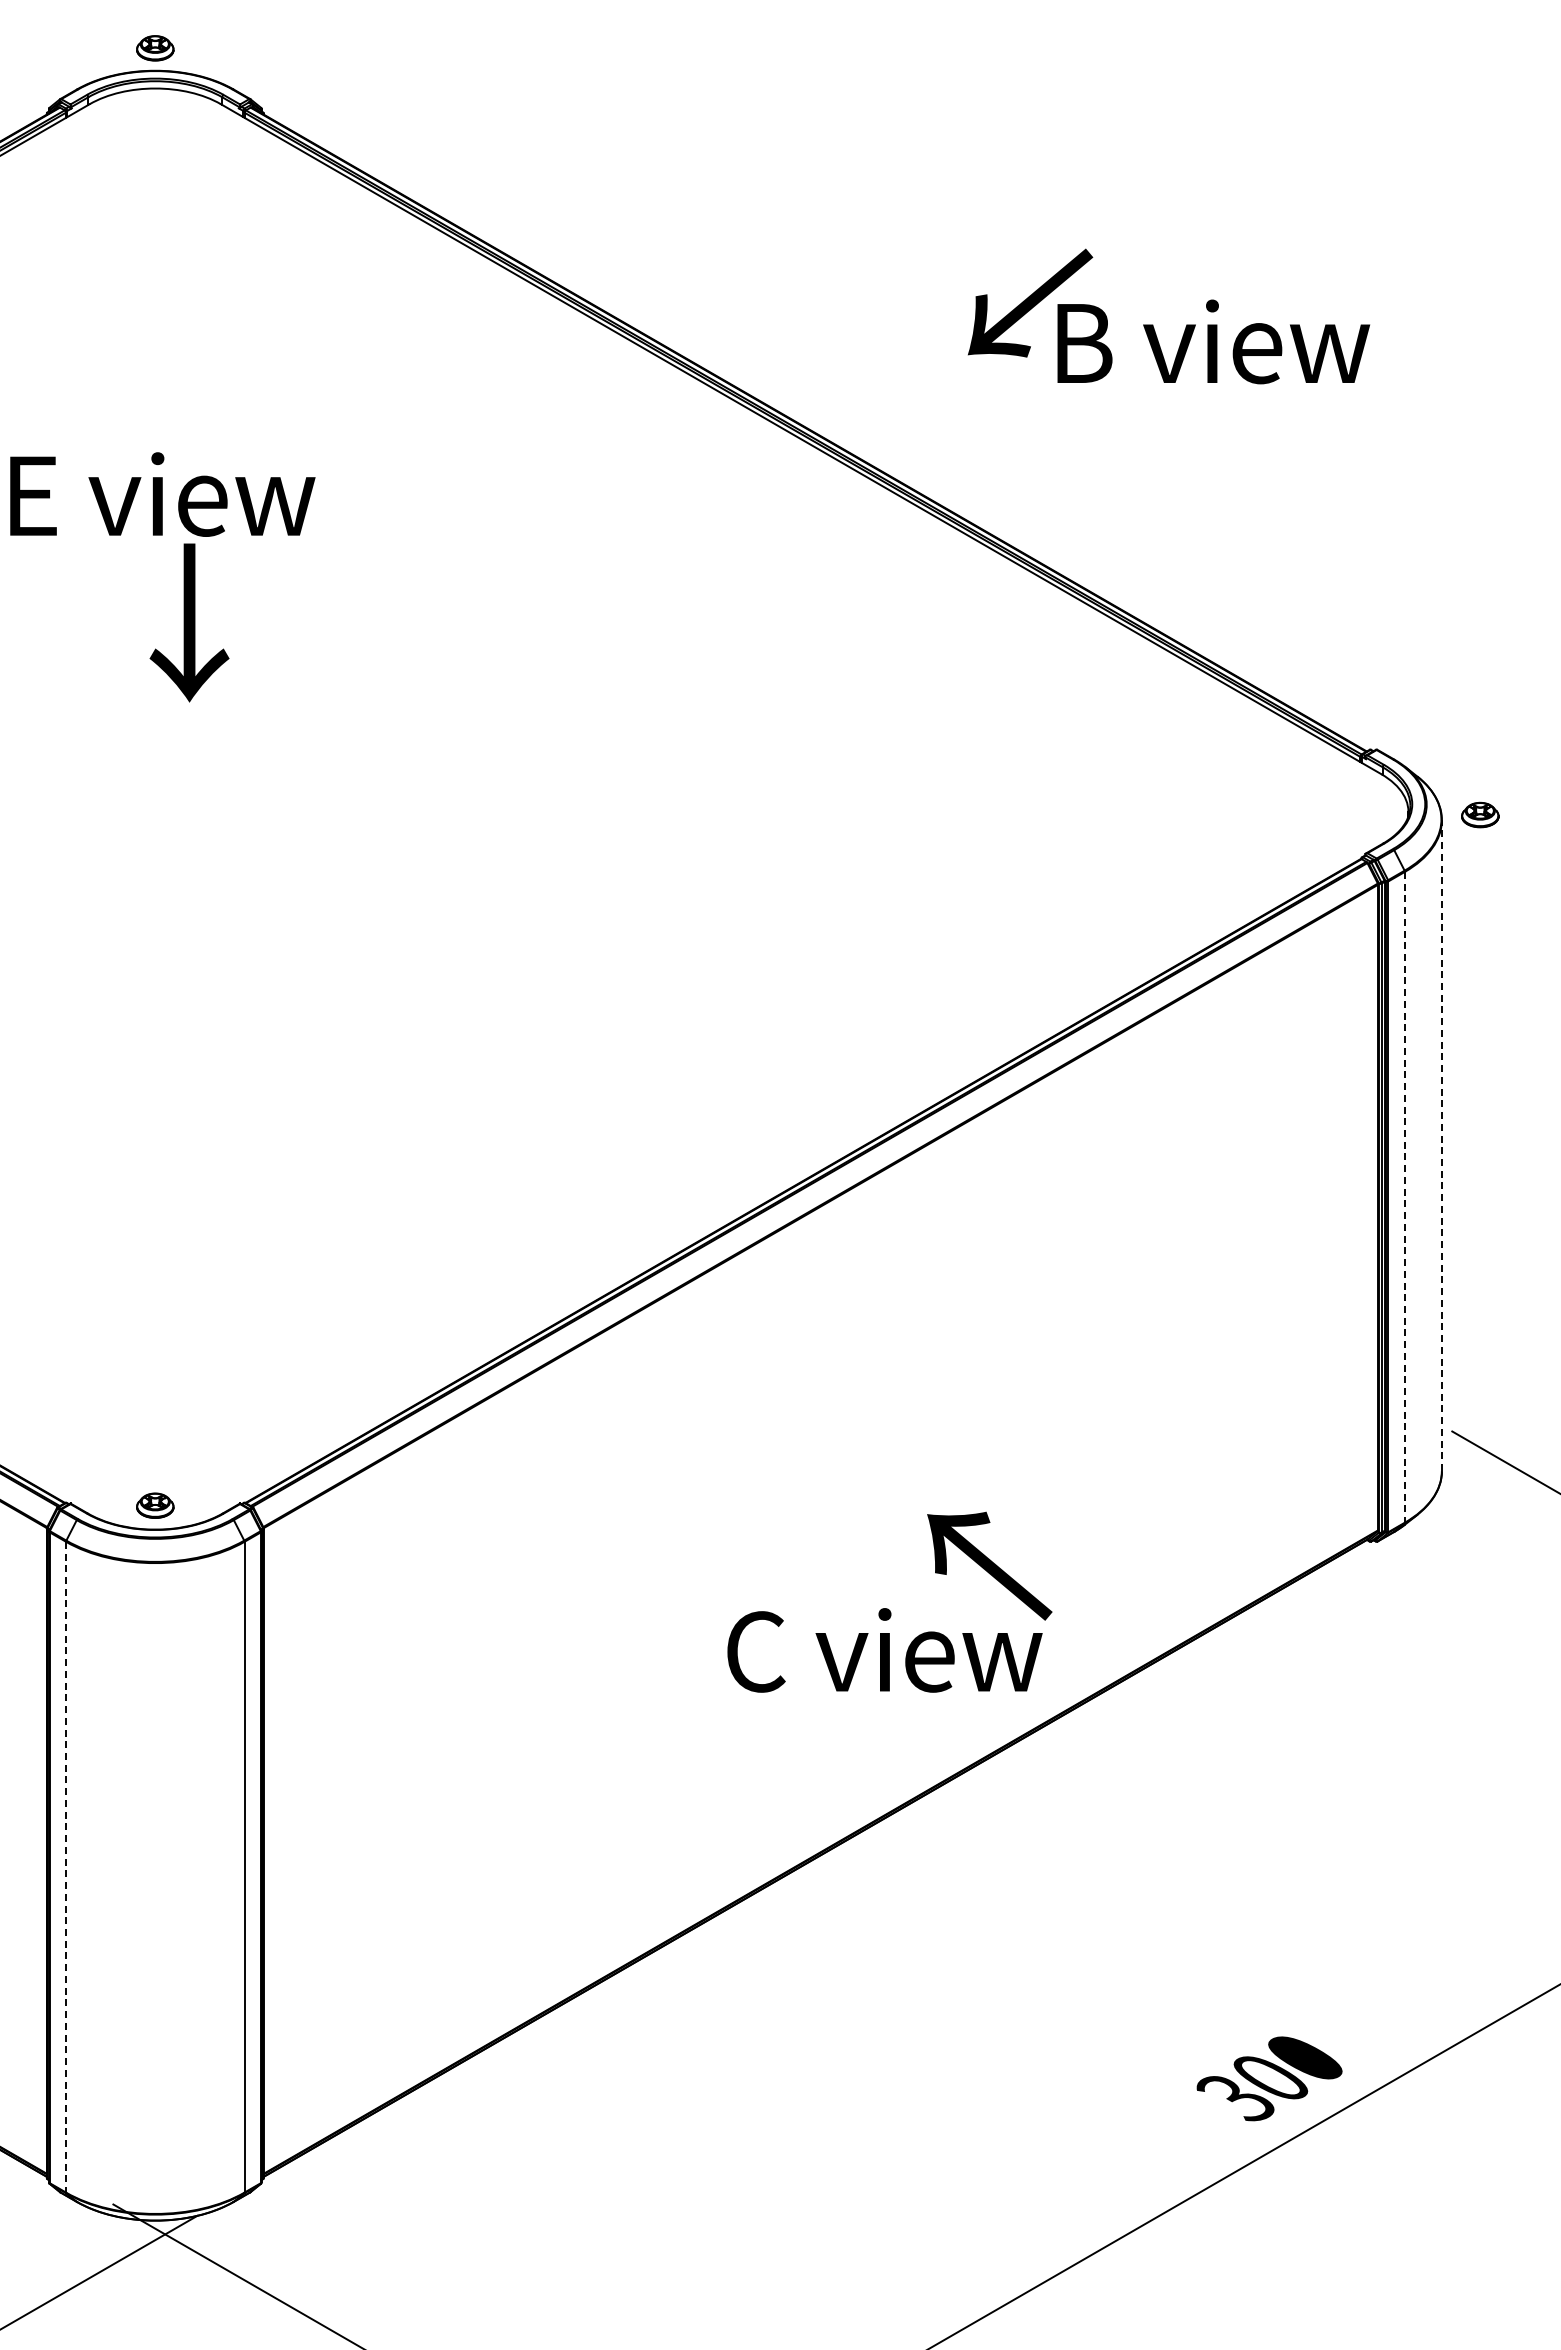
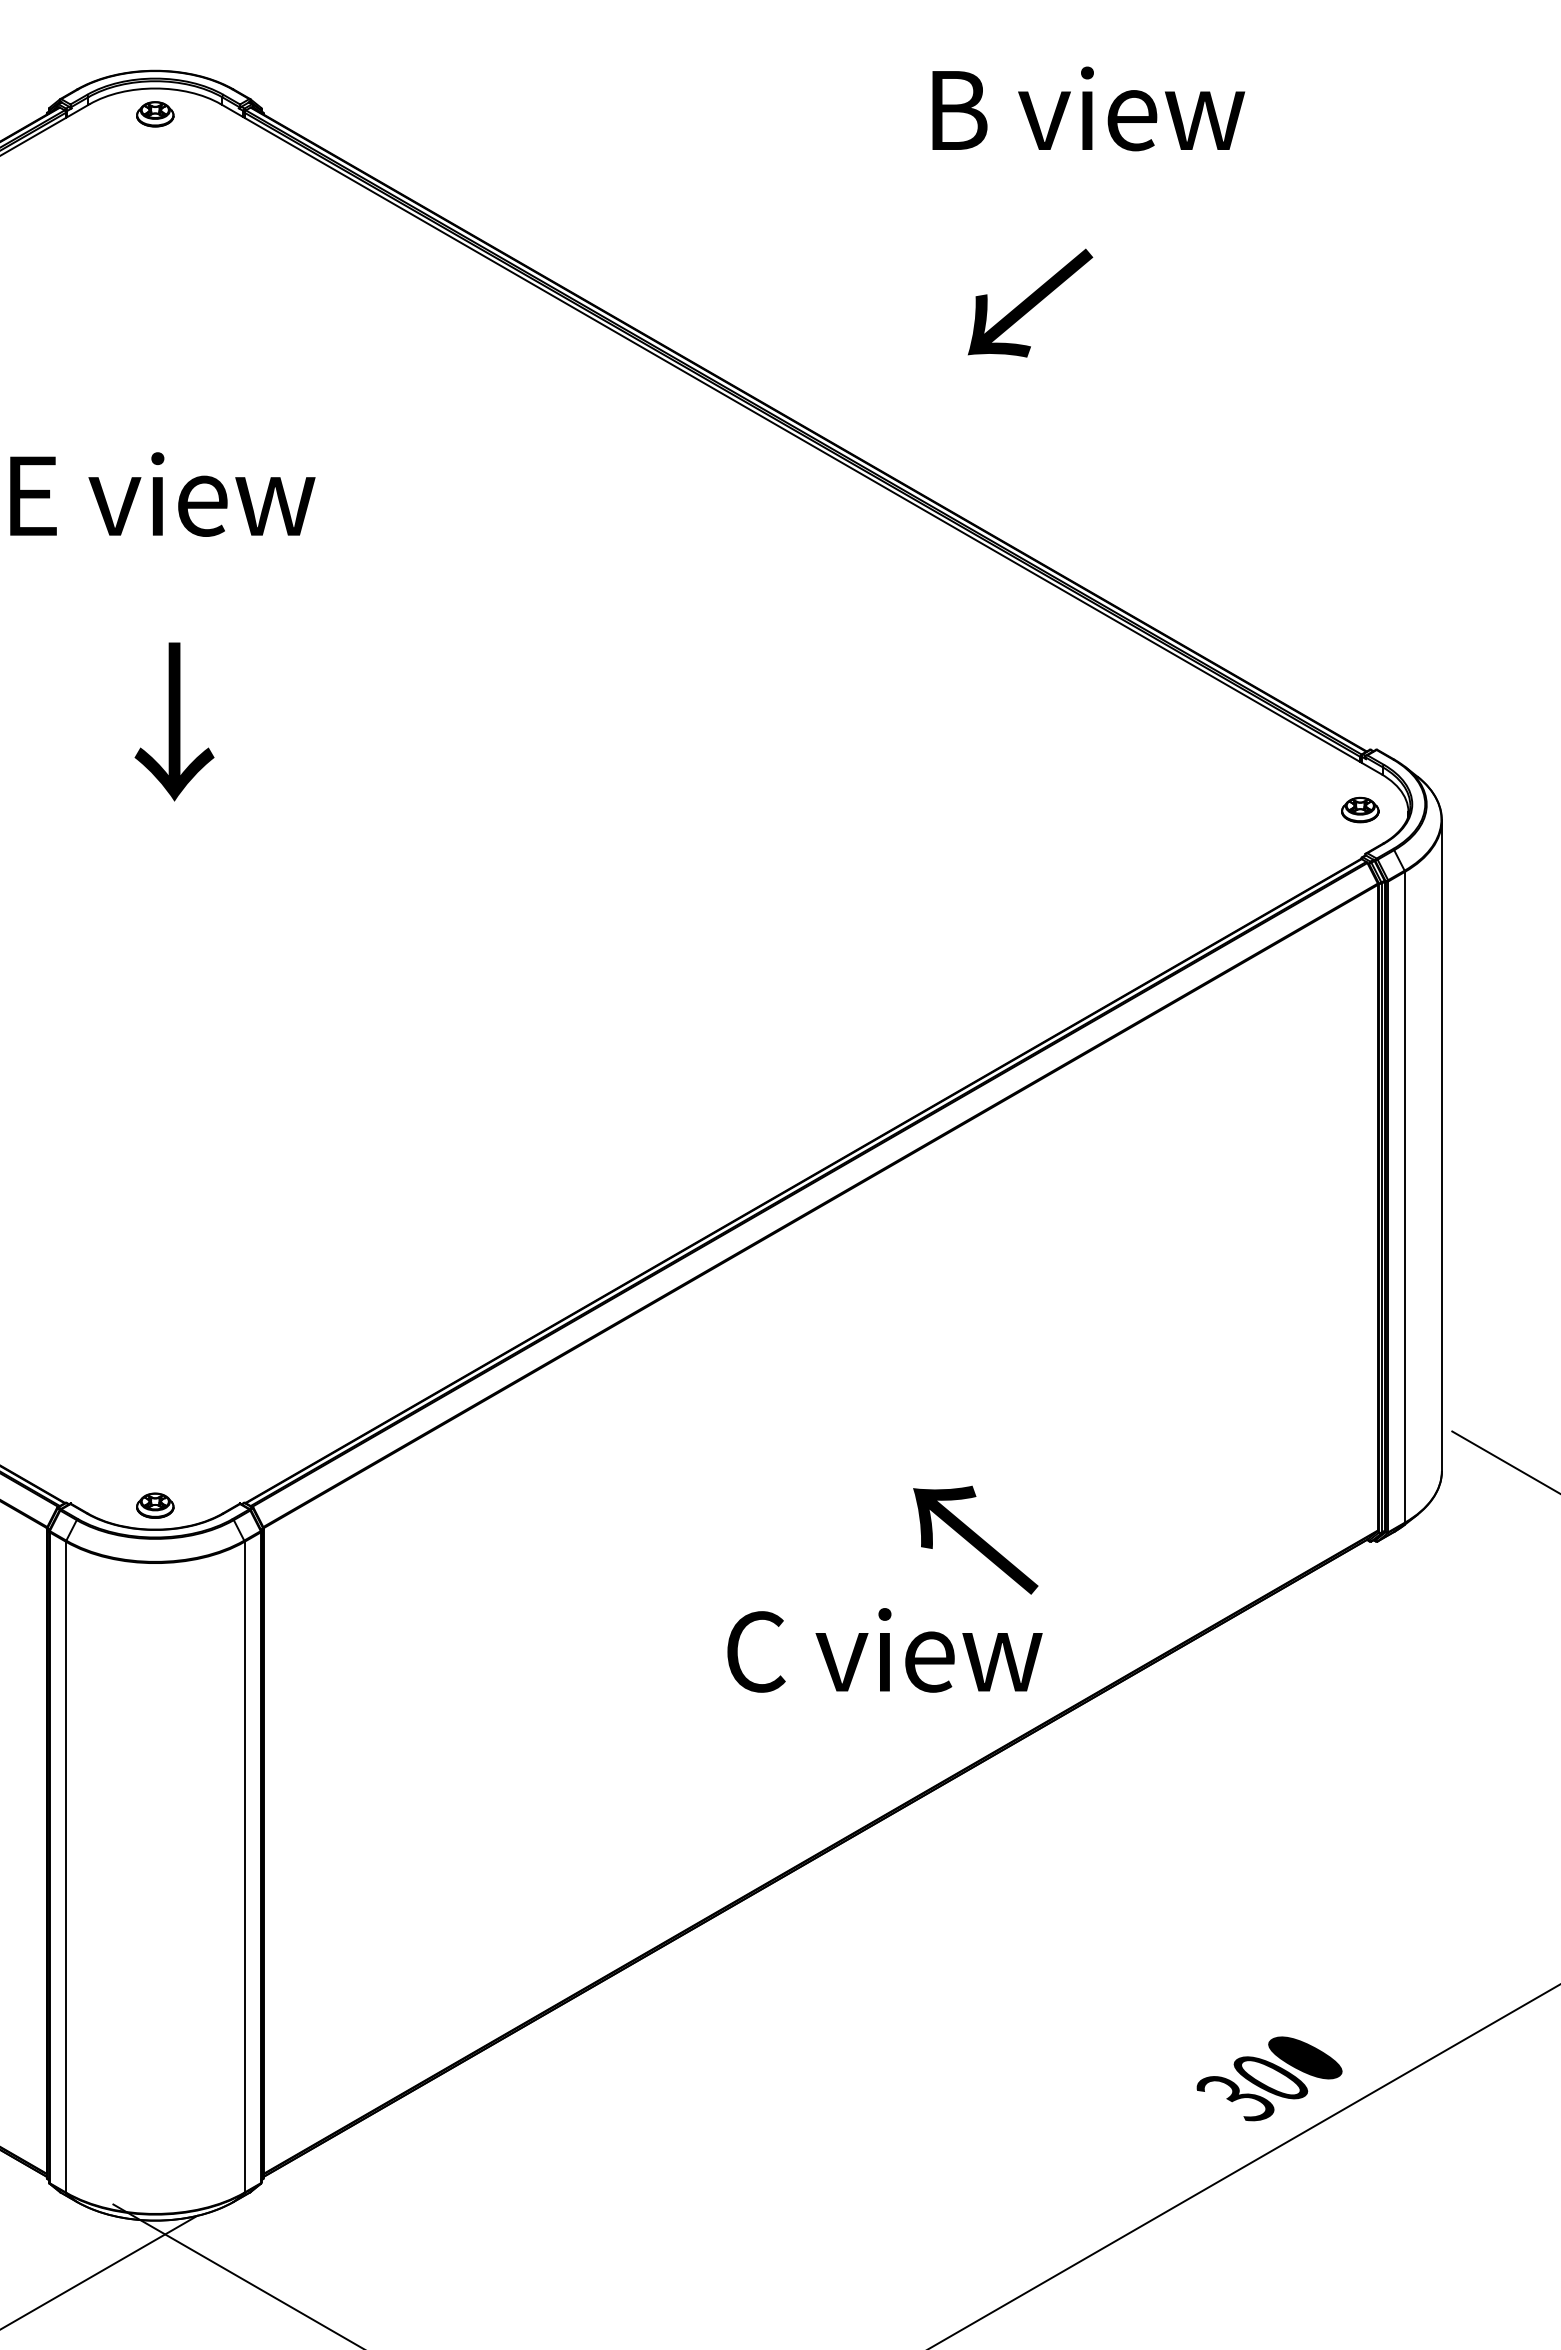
part at (155, 48) position: (155, 48) -> (155, 114)
text at (1213, 341) position: (1213, 341) -> (1088, 108)
text at (189, 622) position: (189, 622) -> (174, 721)
part at (1480, 814) position: (1480, 814) -> (1360, 809)
line at (1441, 1145): dashed -> solid
line at (1404, 1197): dashed -> solid
text at (989, 1565) position: (989, 1565) -> (975, 1539)
line at (66, 1867): dashed -> solid
